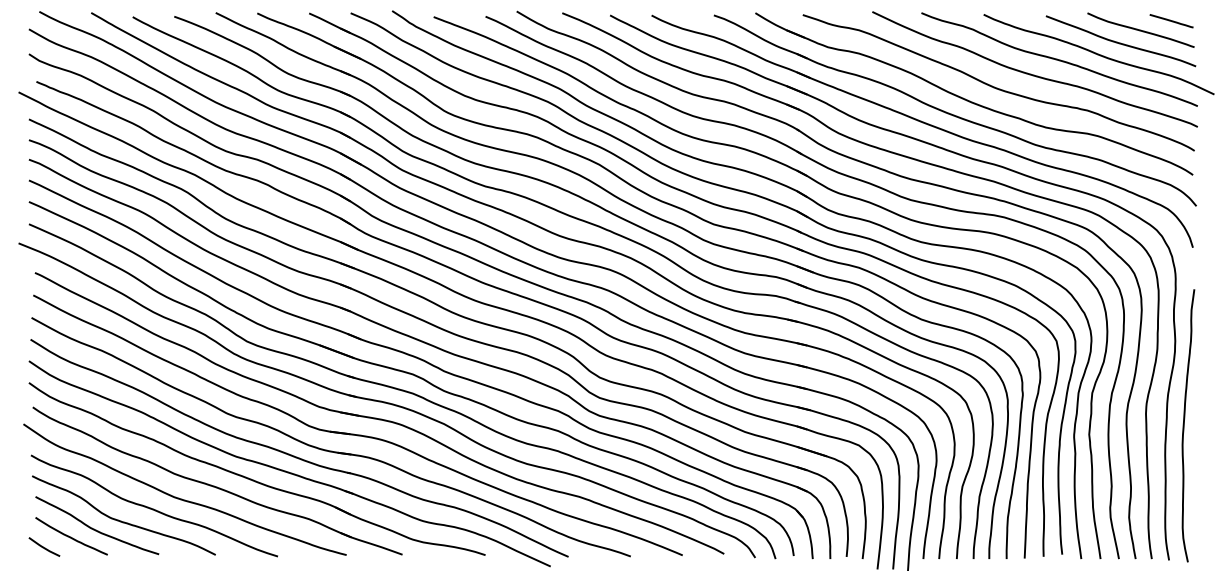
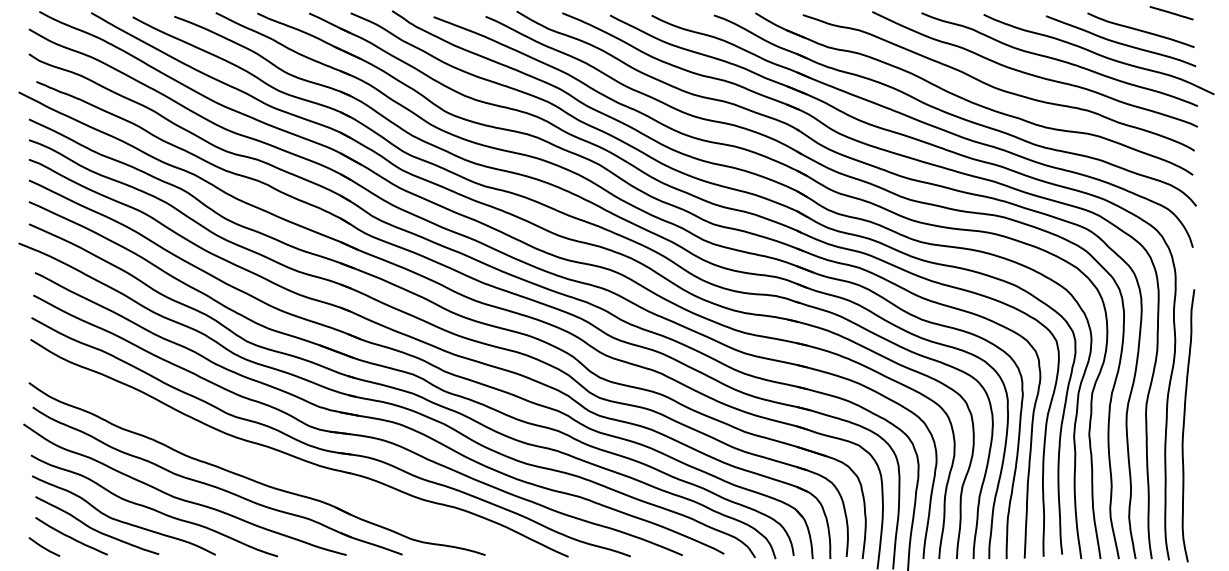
line at (1171, 21) position: (1171, 21) -> (1171, 13)
part at (285, 470): present -> none
